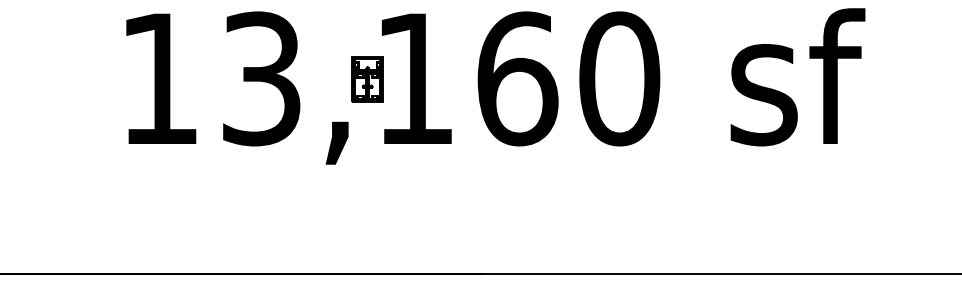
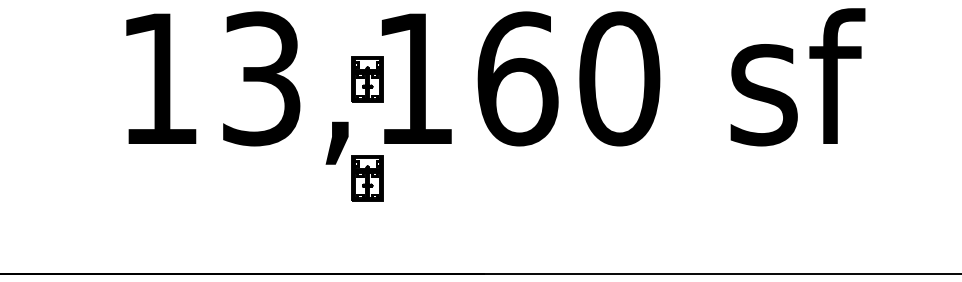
part at (367, 178): none -> present
